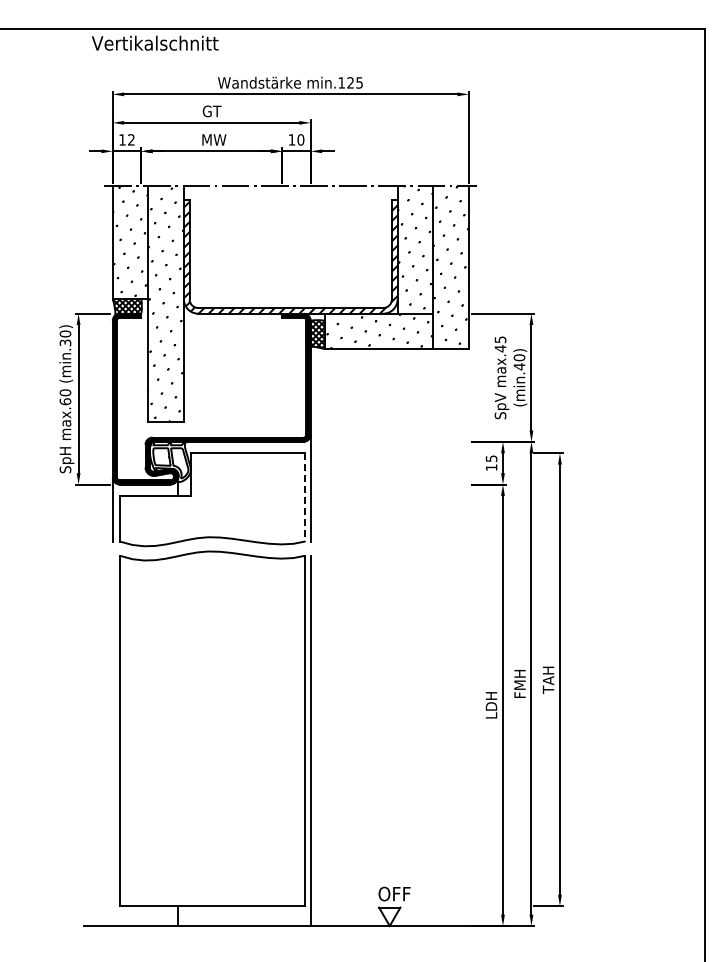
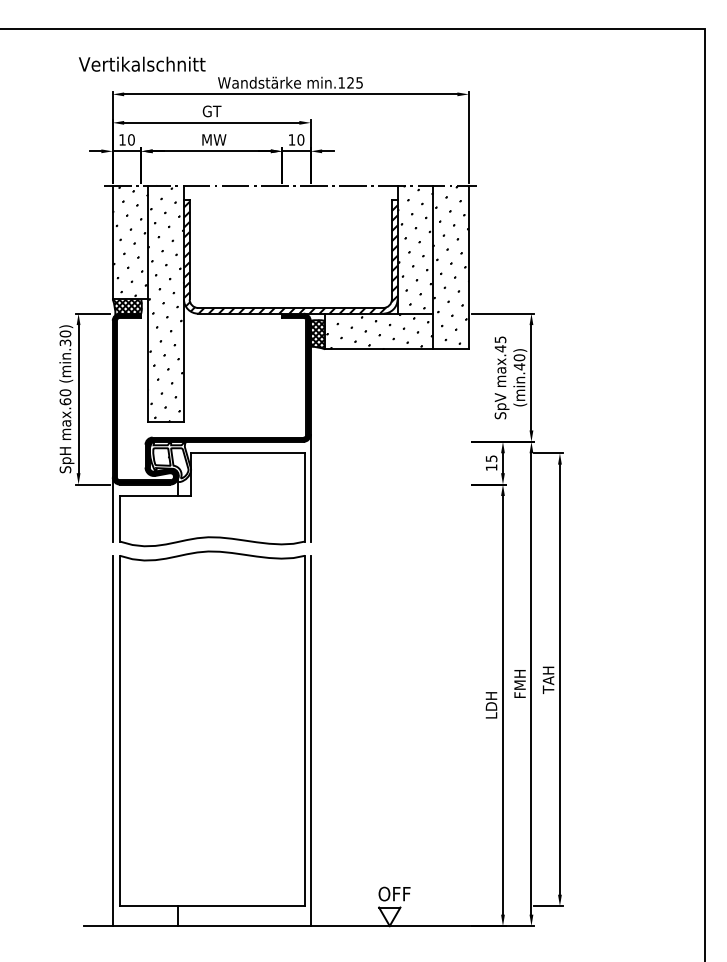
text at (155, 42) position: (155, 42) -> (142, 63)
text at (131, 139): 12 -> 10
line at (305, 497): dashed -> solid
line at (112, 740): none -> present
